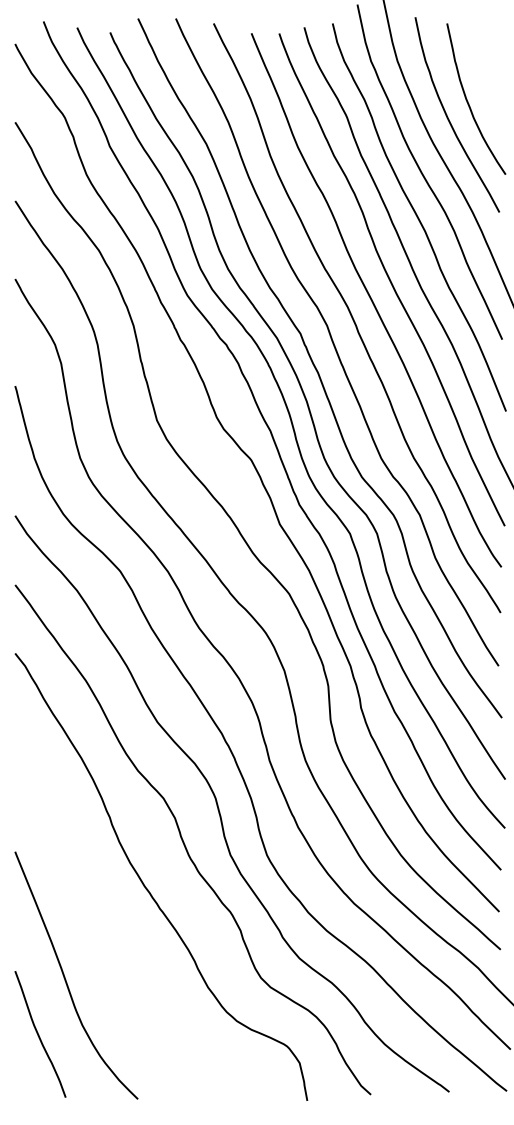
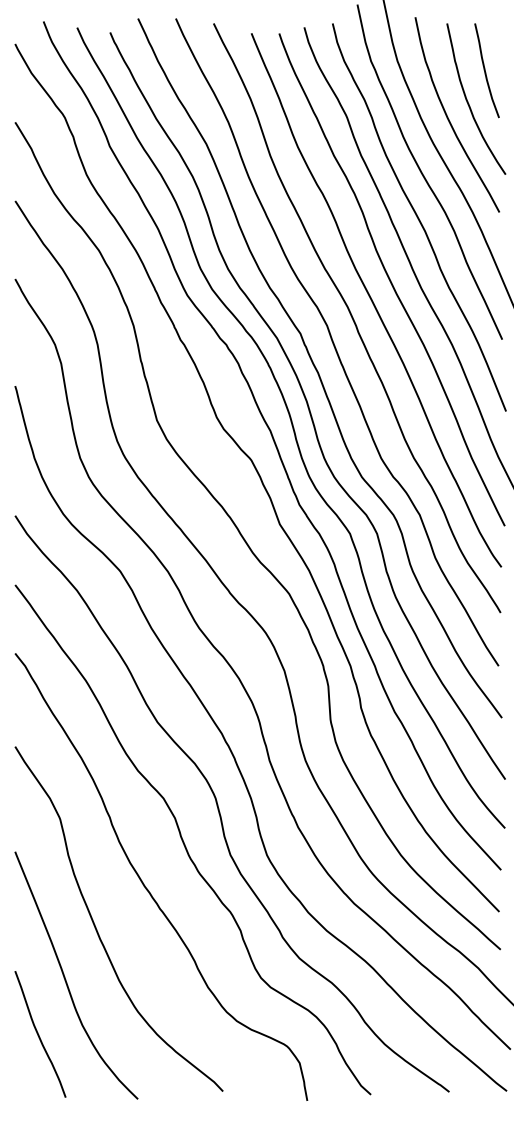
curve at (485, 70): none -> present
curve at (97, 929): none -> present
